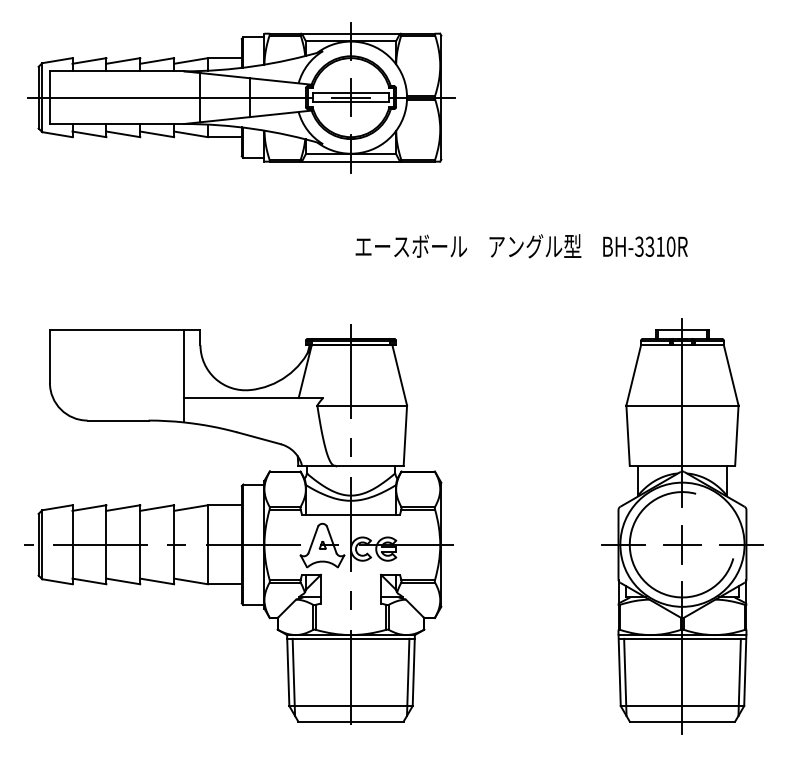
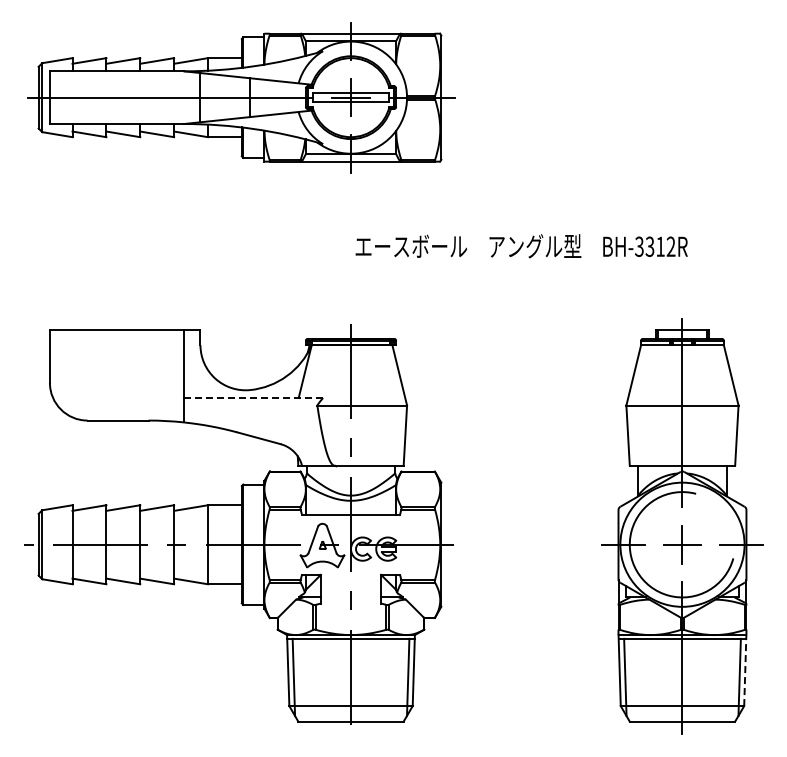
text at (670, 246): BH-3310R -> BH-3312R
line at (254, 398): solid -> dashed
line at (745, 670): solid -> dashed
